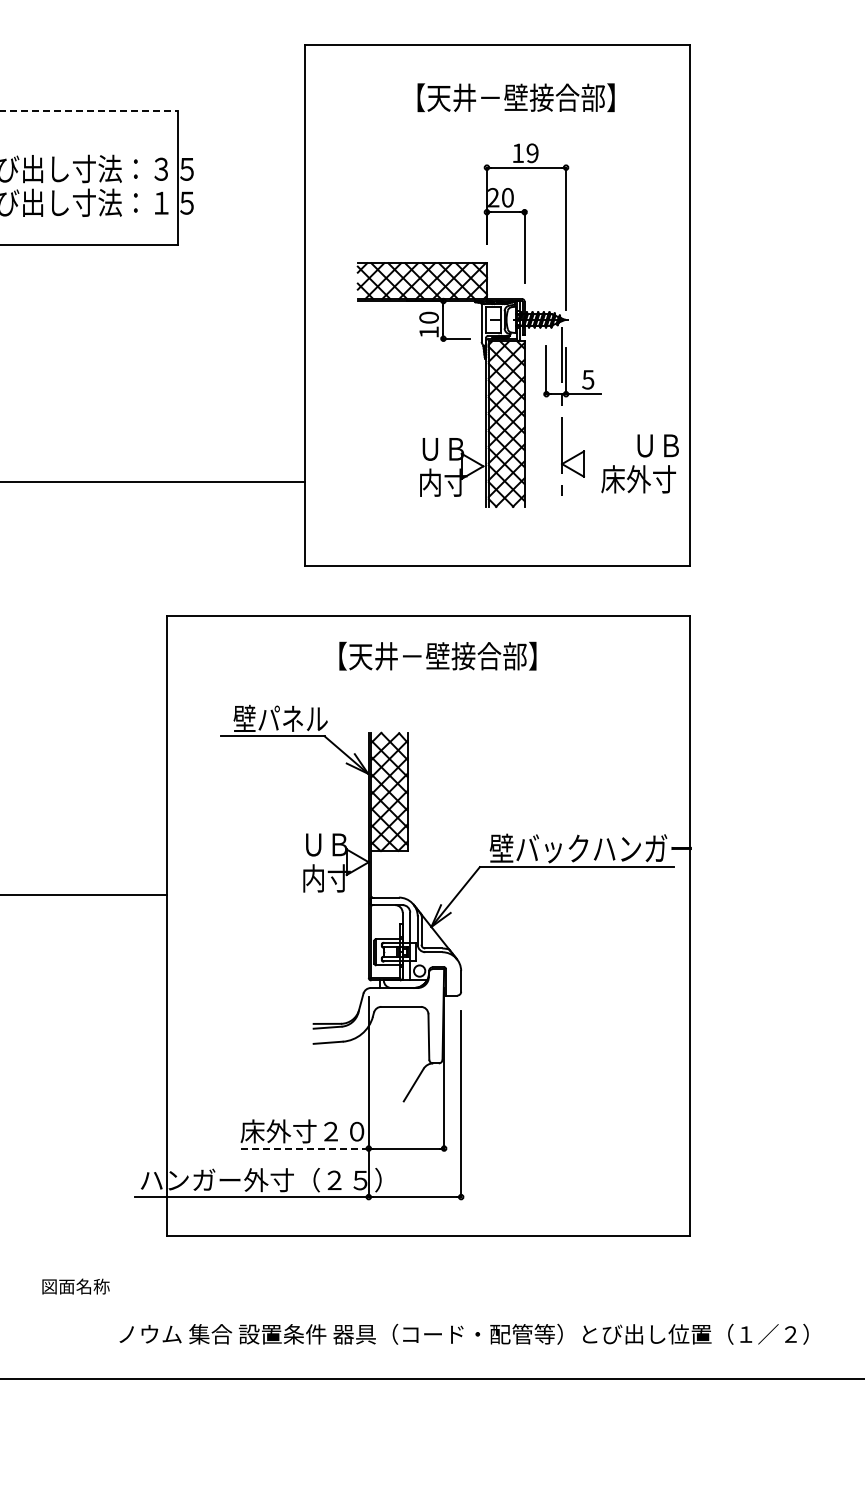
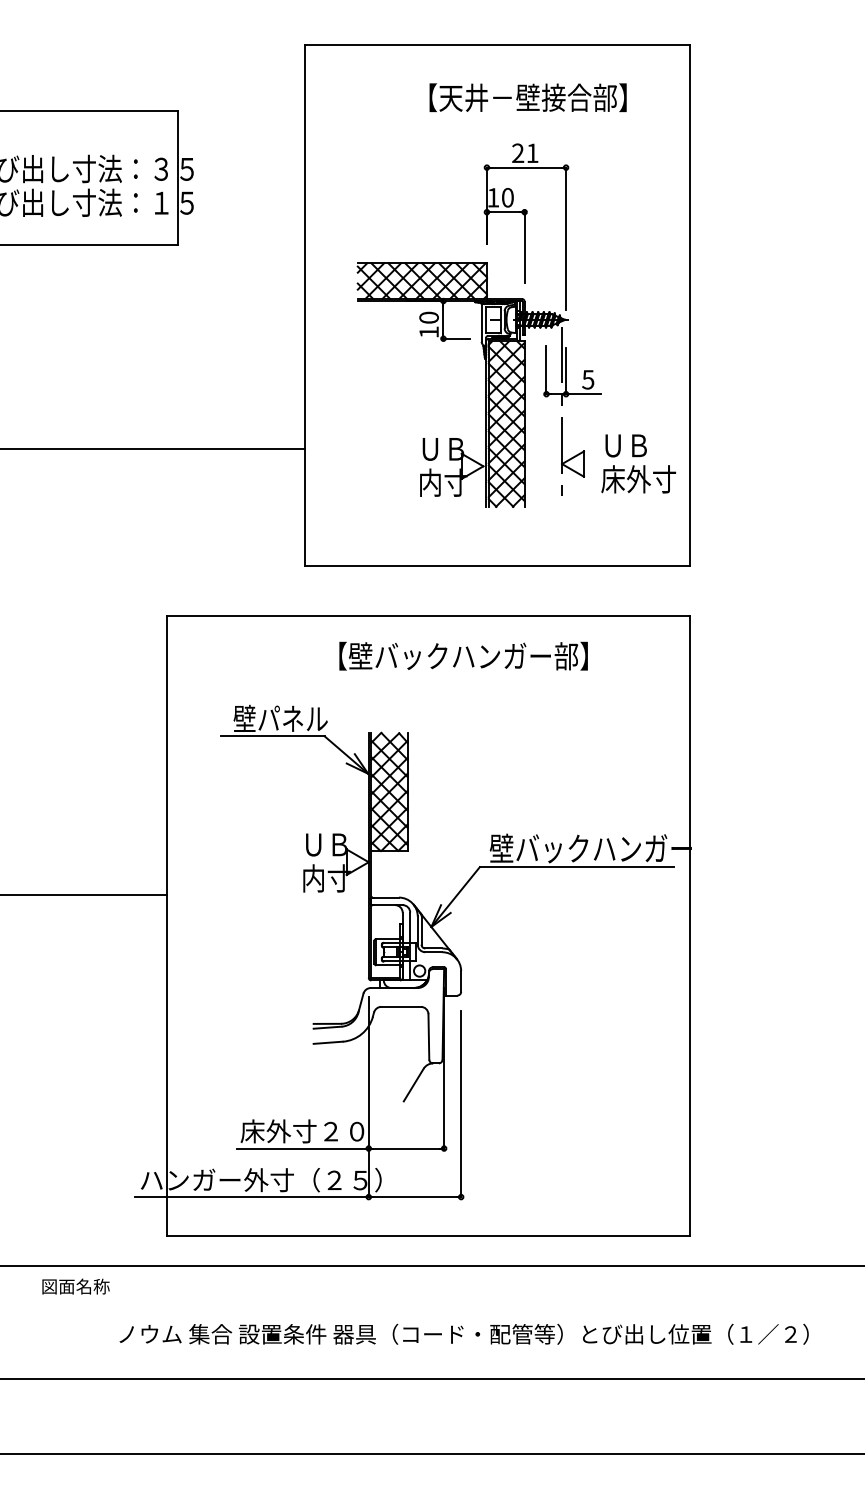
text at (515, 97) position: (515, 97) -> (527, 97)
line at (89, 111): dashed -> solid
text at (525, 153): 19 -> 21
text at (493, 197): 20 -> 10
text at (657, 445) position: (657, 445) -> (625, 445)
line at (153, 482) position: (153, 482) -> (153, 449)
text at (467, 655): 【天井－壁接合部】 -> 【壁バックハンガー部】
line at (302, 1148): dashed -> solid
line at (431, 1265): none -> present
line at (431, 1454): none -> present
